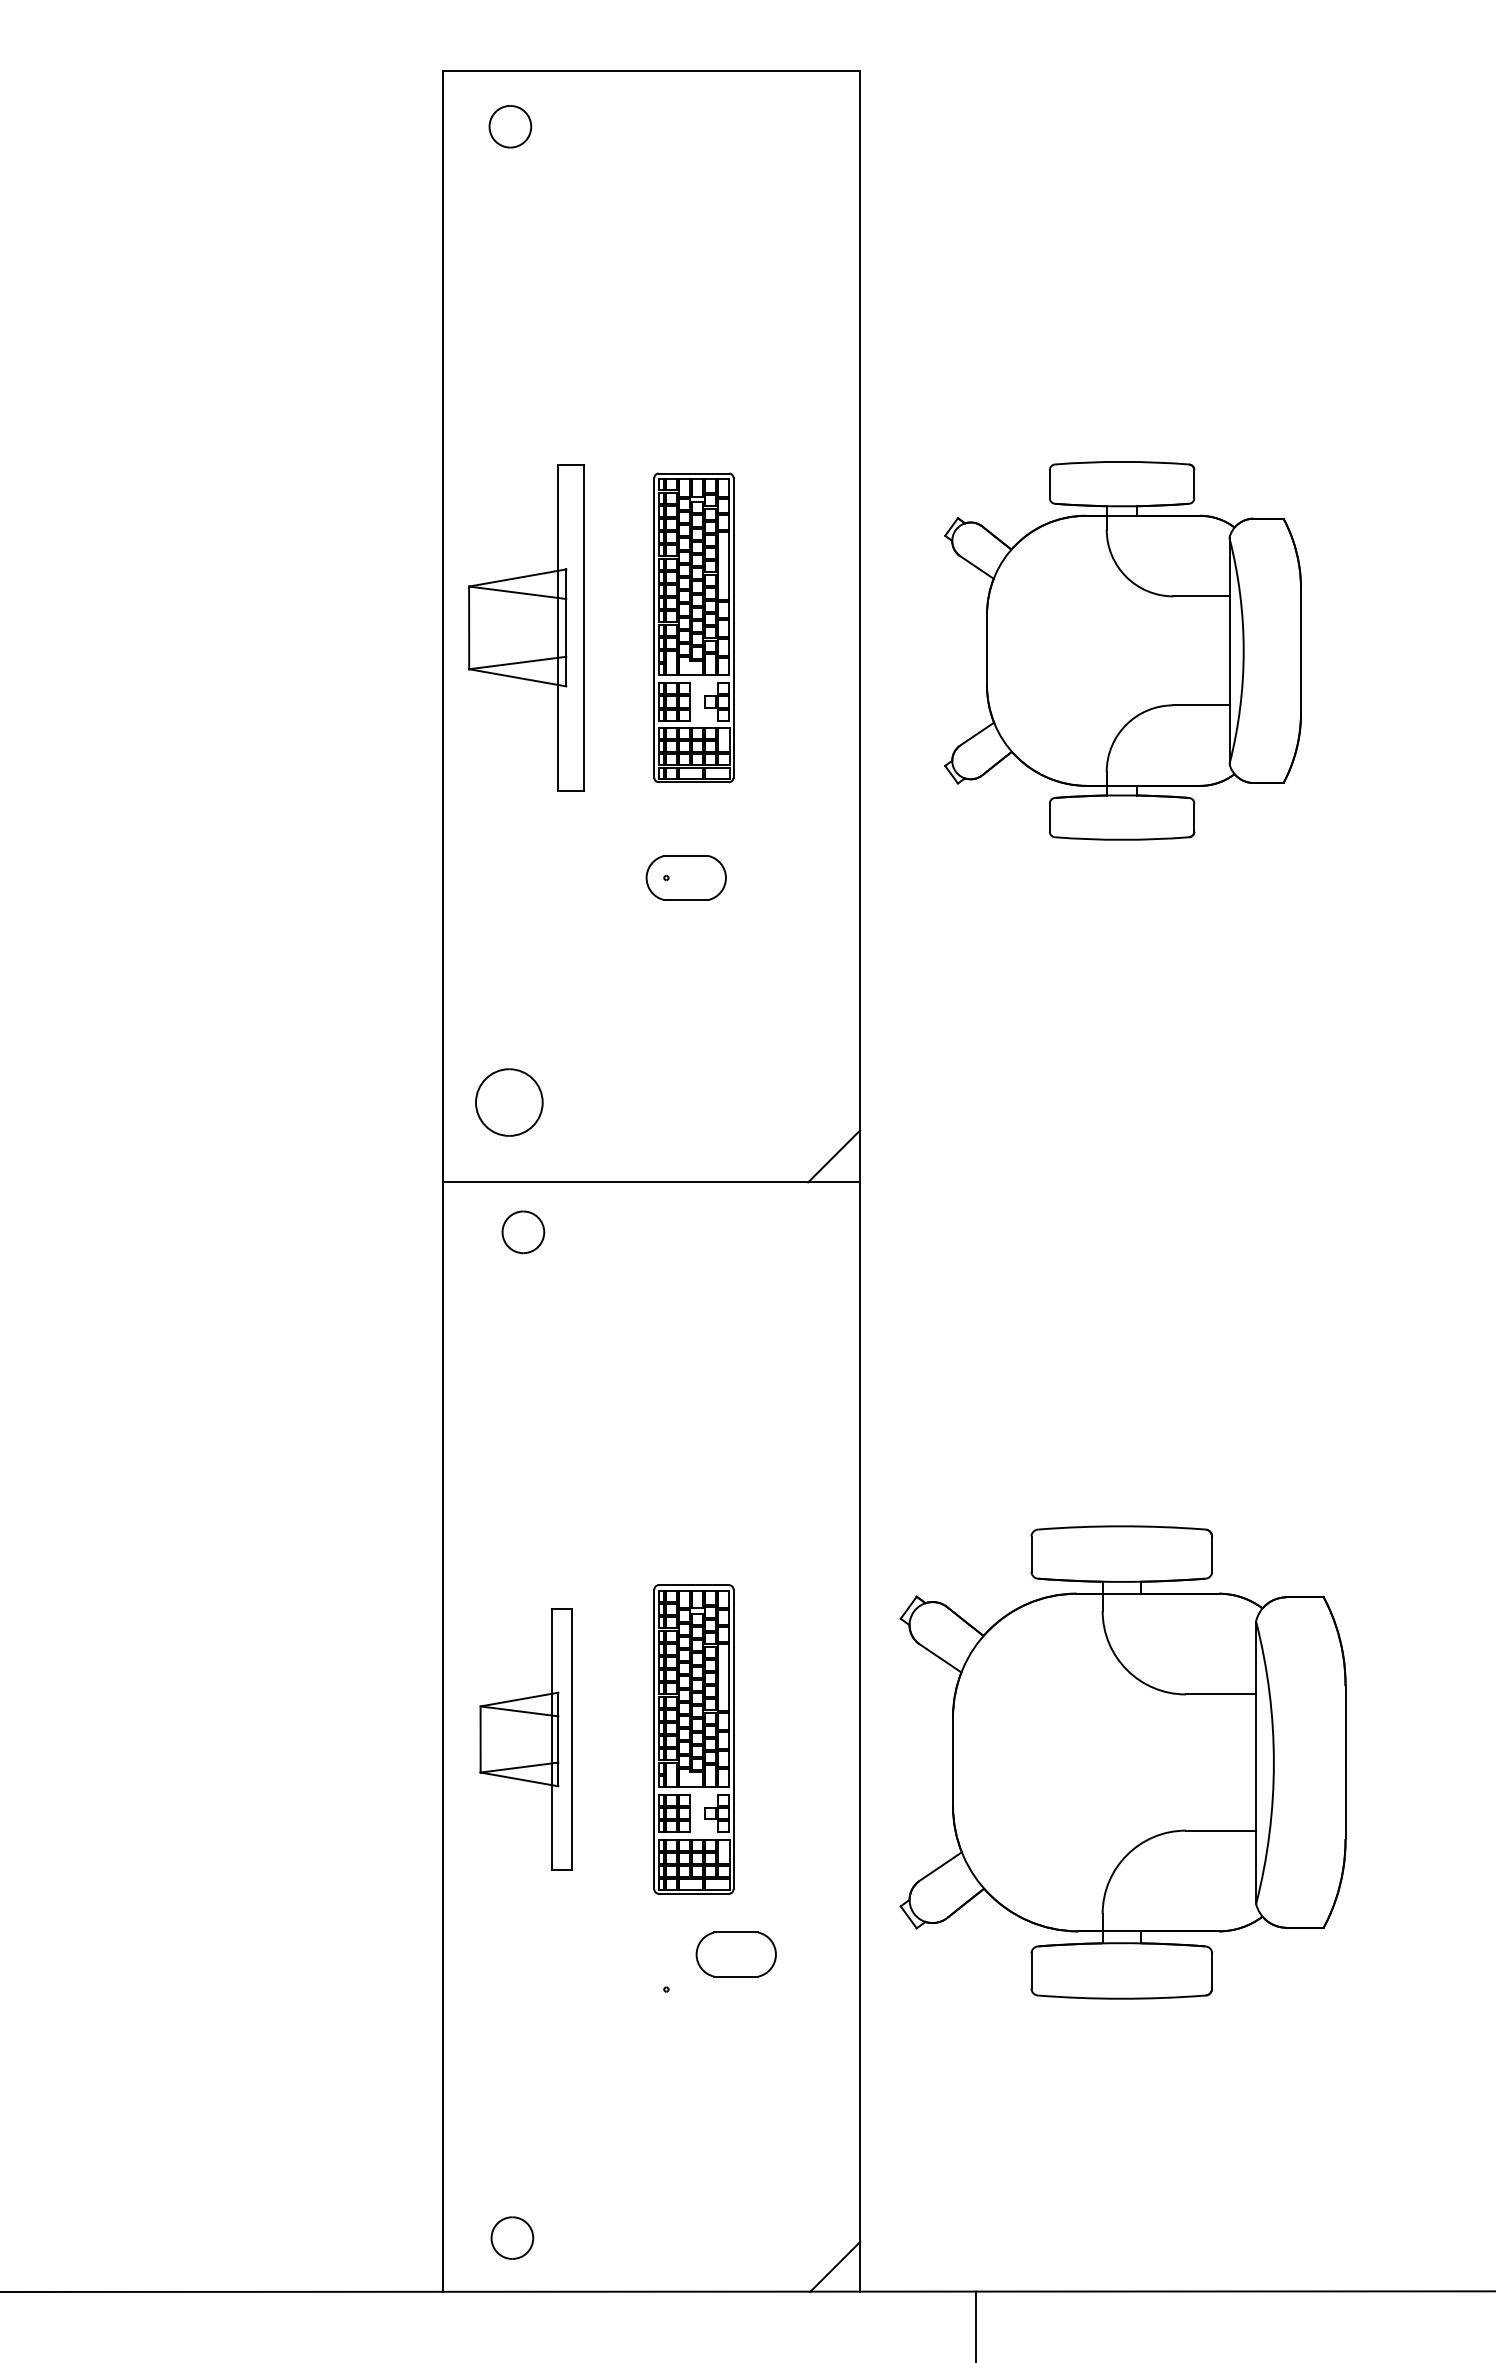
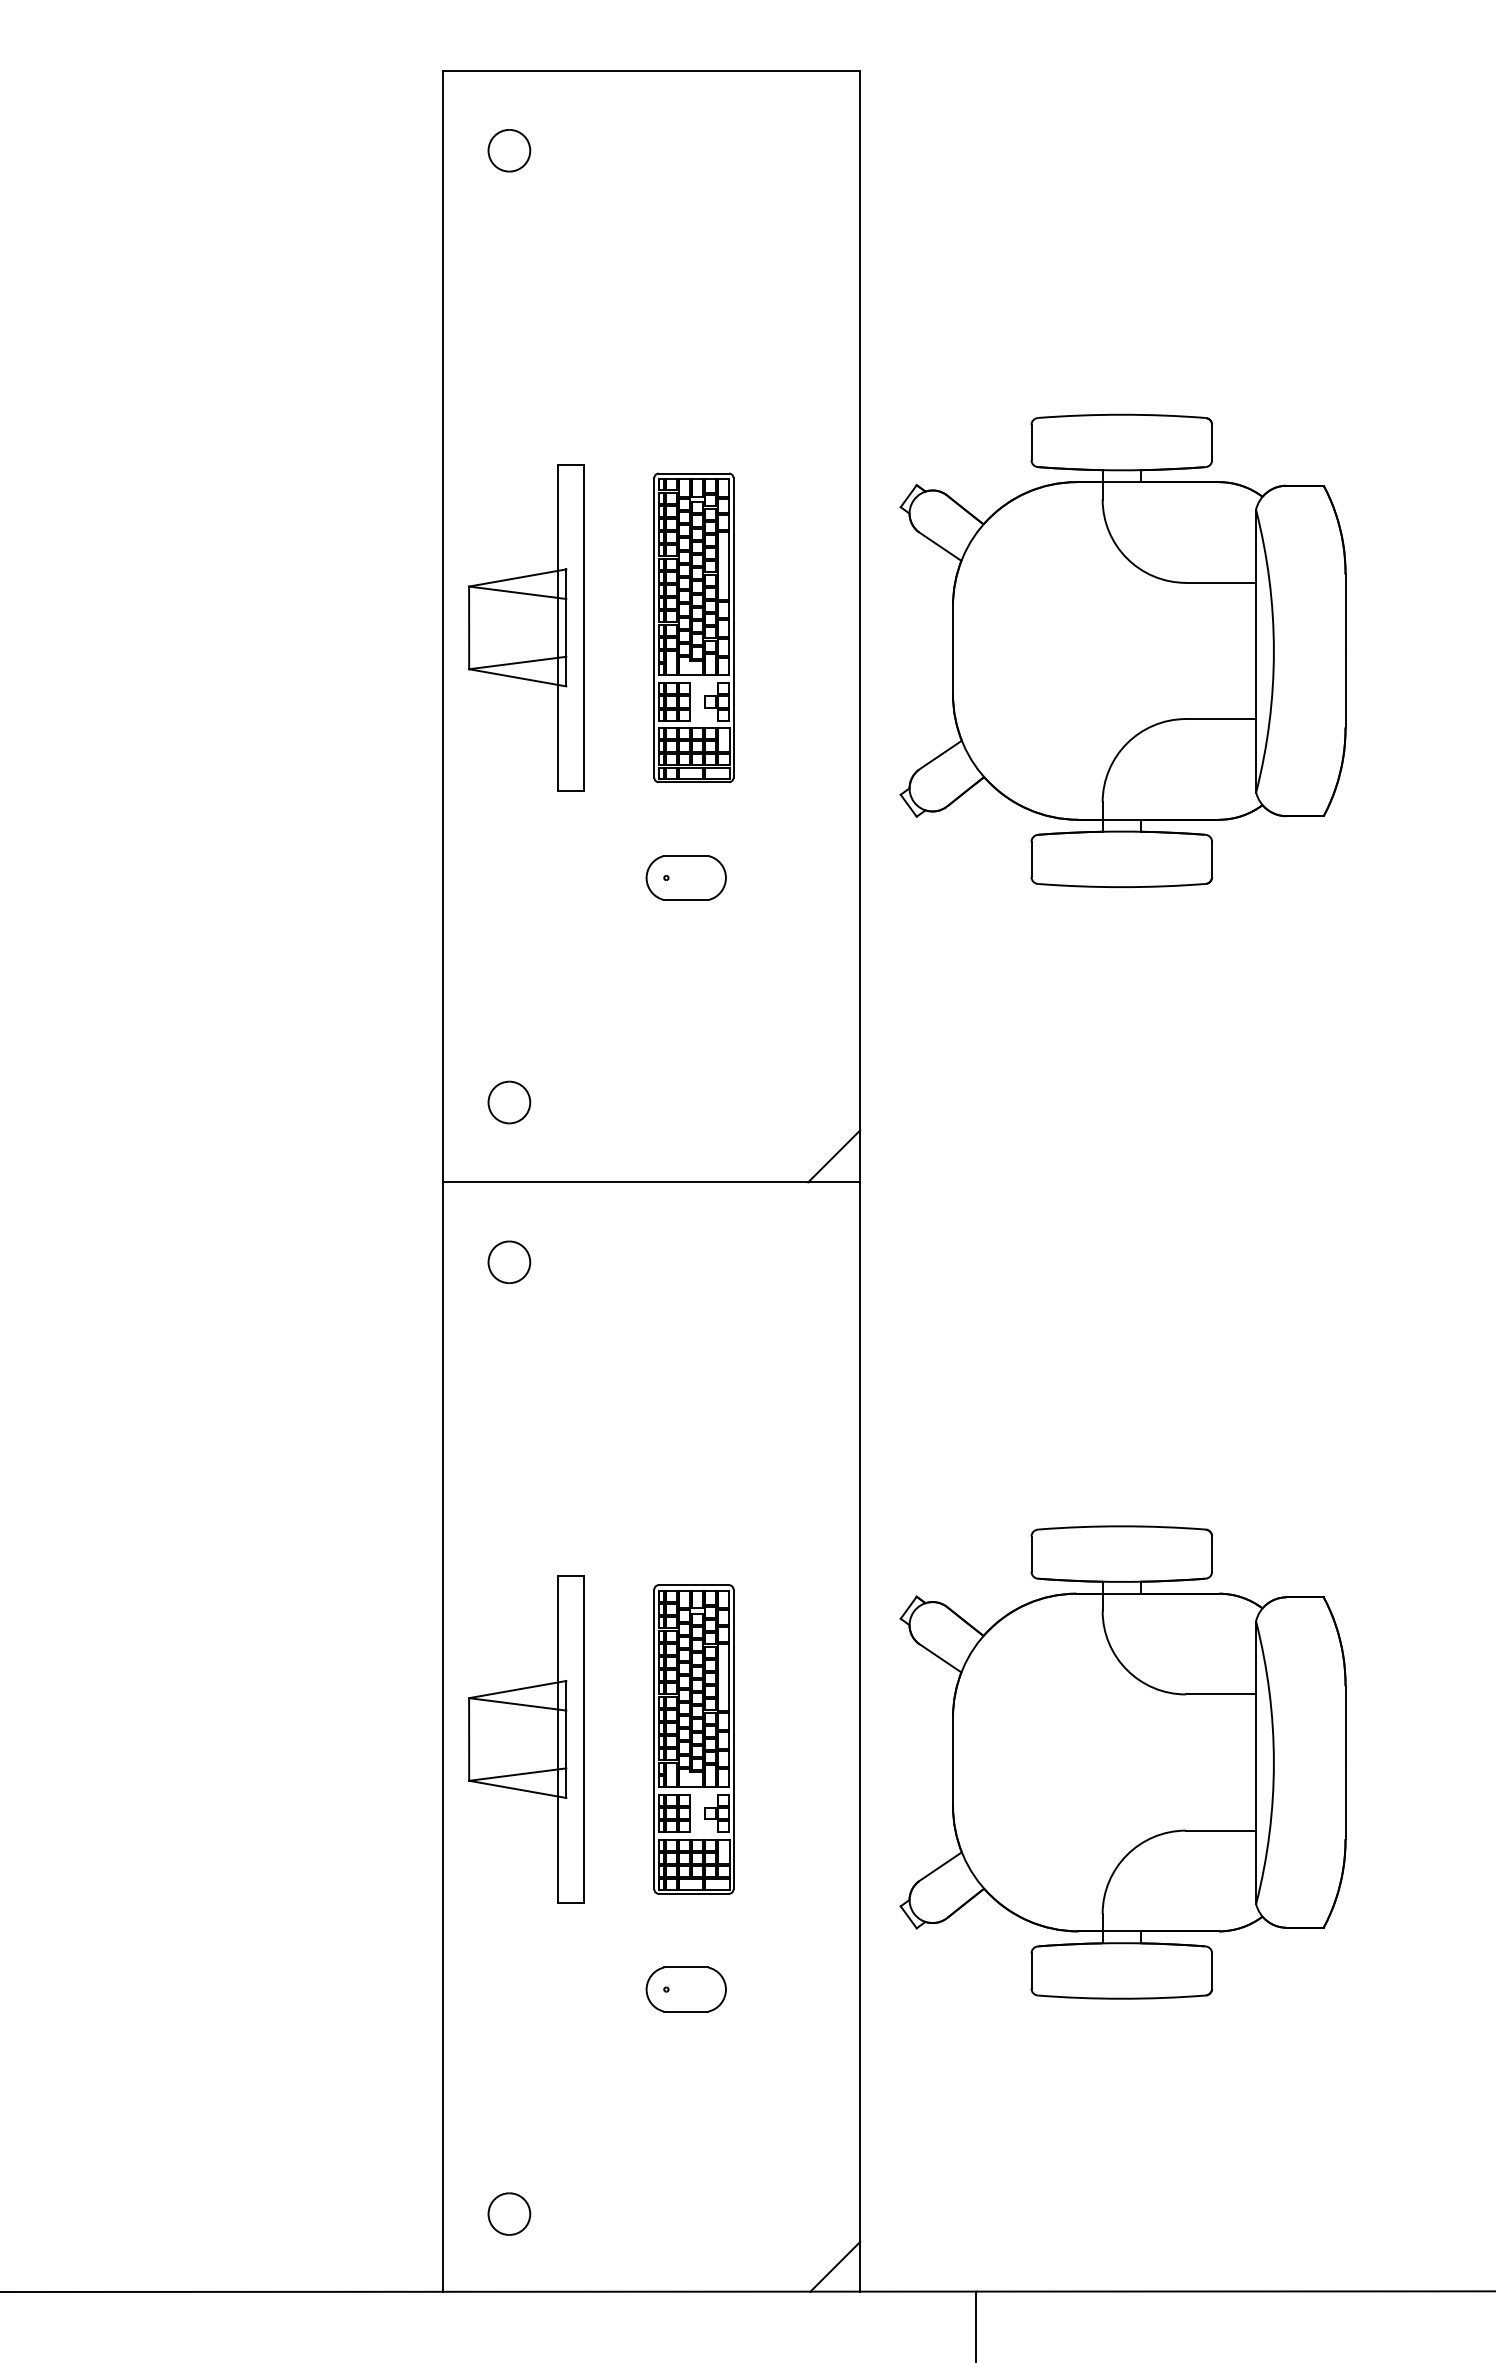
part at (510, 126) position: (510, 126) -> (509, 150)
part at (1122, 650) size: 358x380 px -> 448x475 px
part at (509, 1102) size: 69x69 px -> 45x45 px
part at (523, 1232) position: (523, 1232) -> (509, 1262)
part at (525, 1739) size: 94x263 px -> 117x329 px
part at (735, 1954) position: (735, 1954) -> (685, 1989)
part at (512, 2237) position: (512, 2237) -> (509, 2213)
